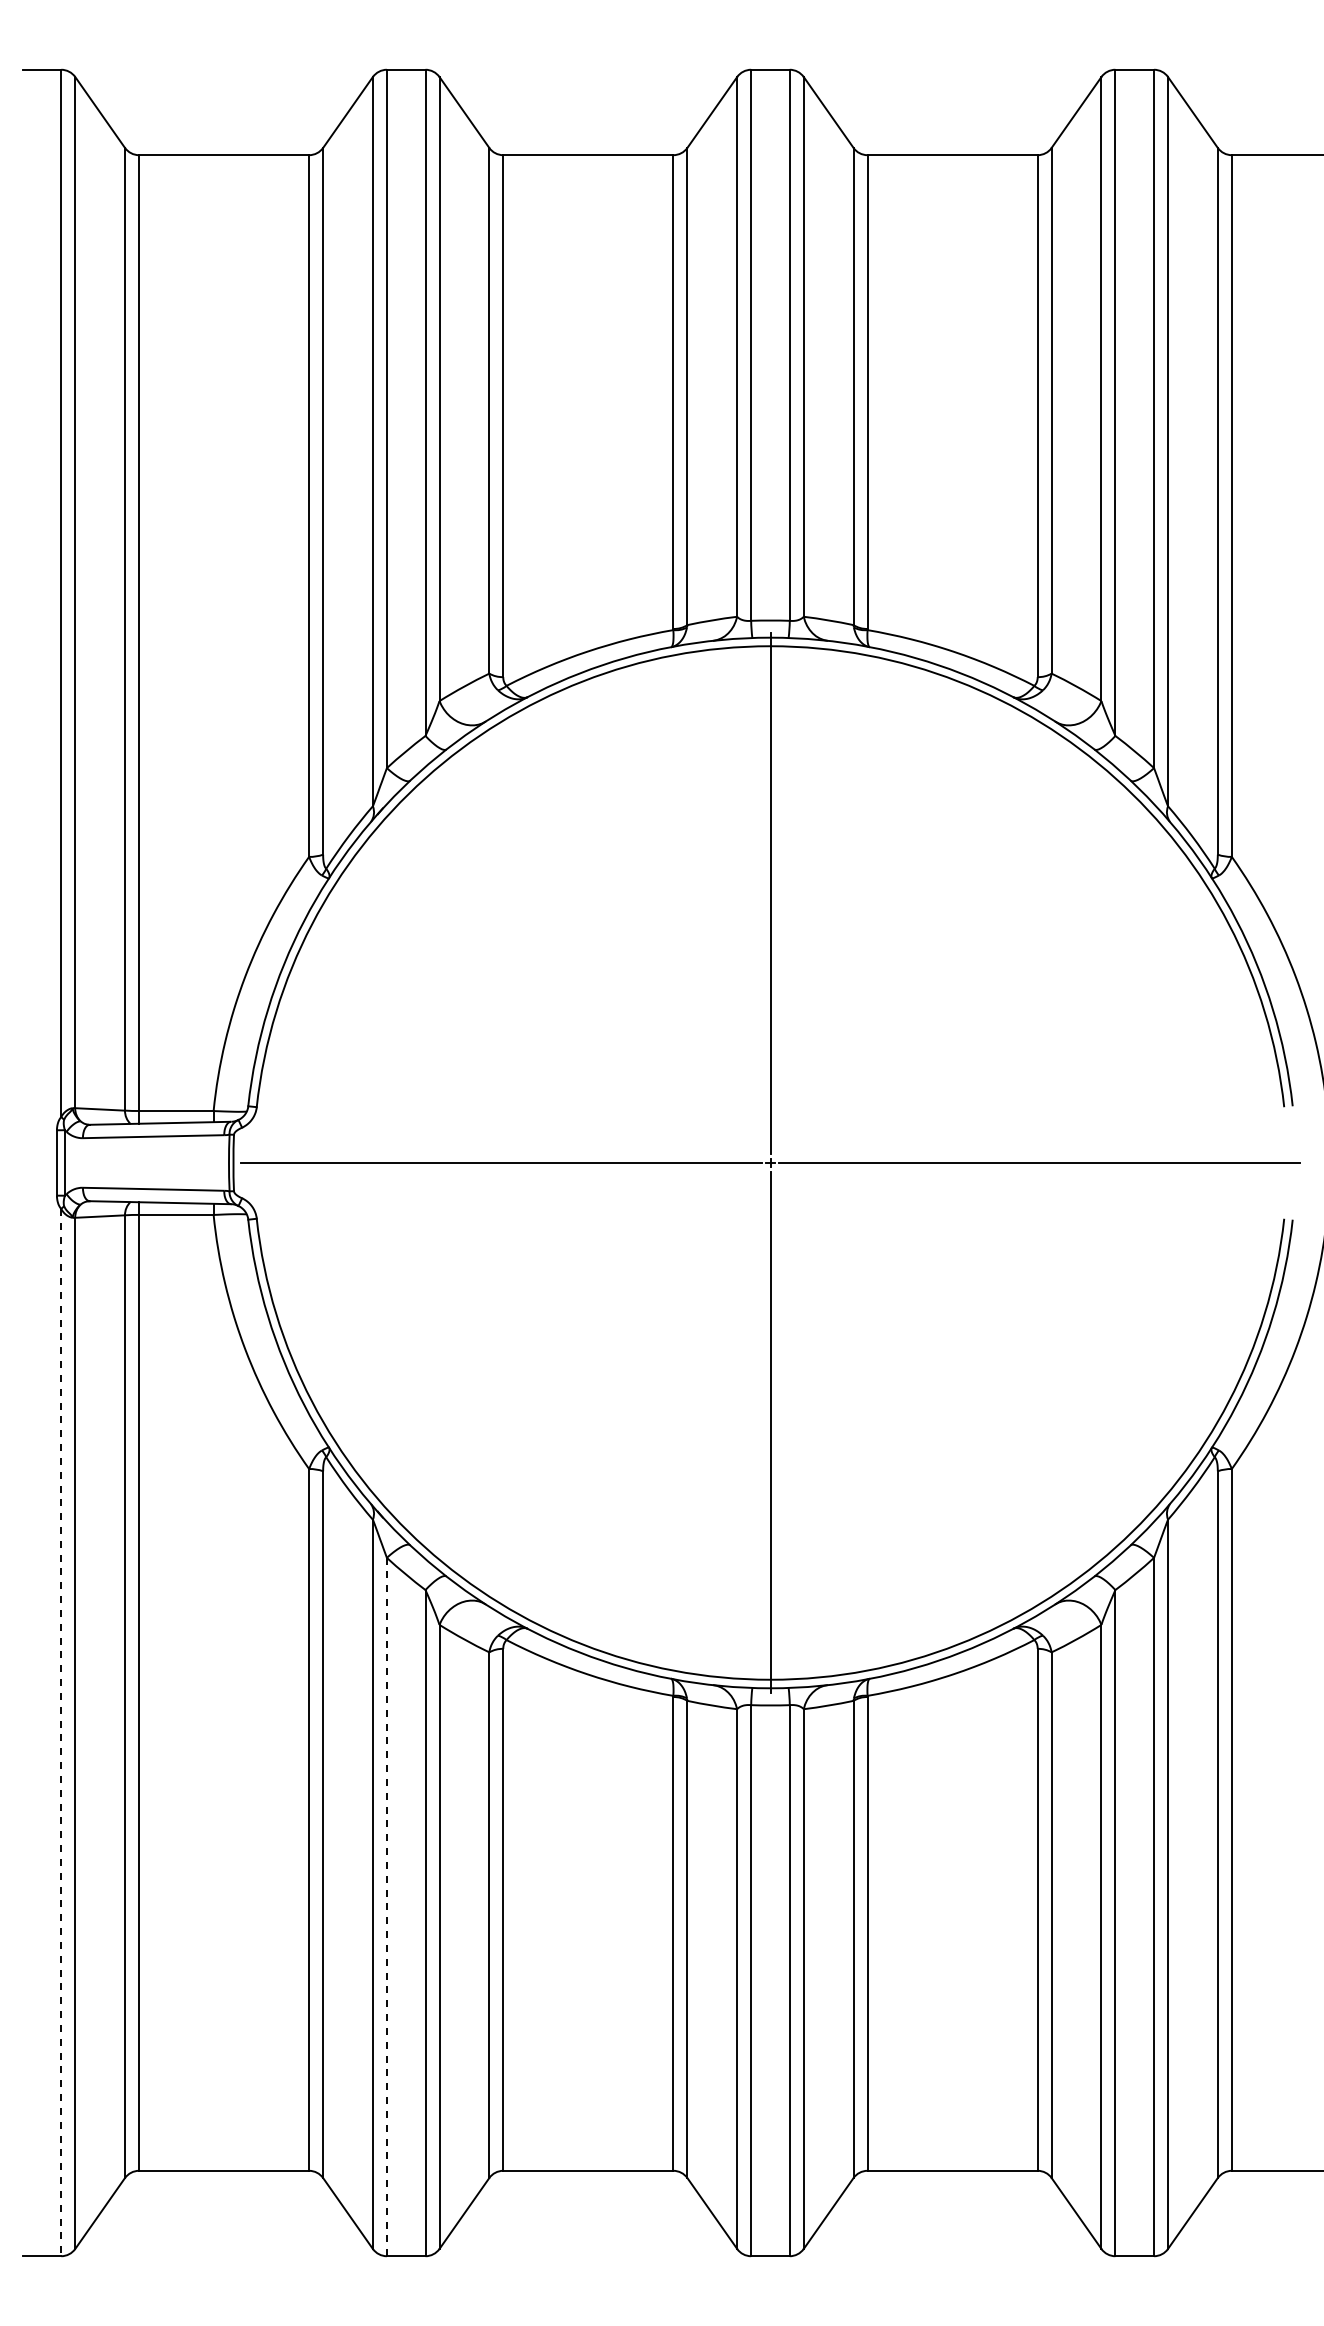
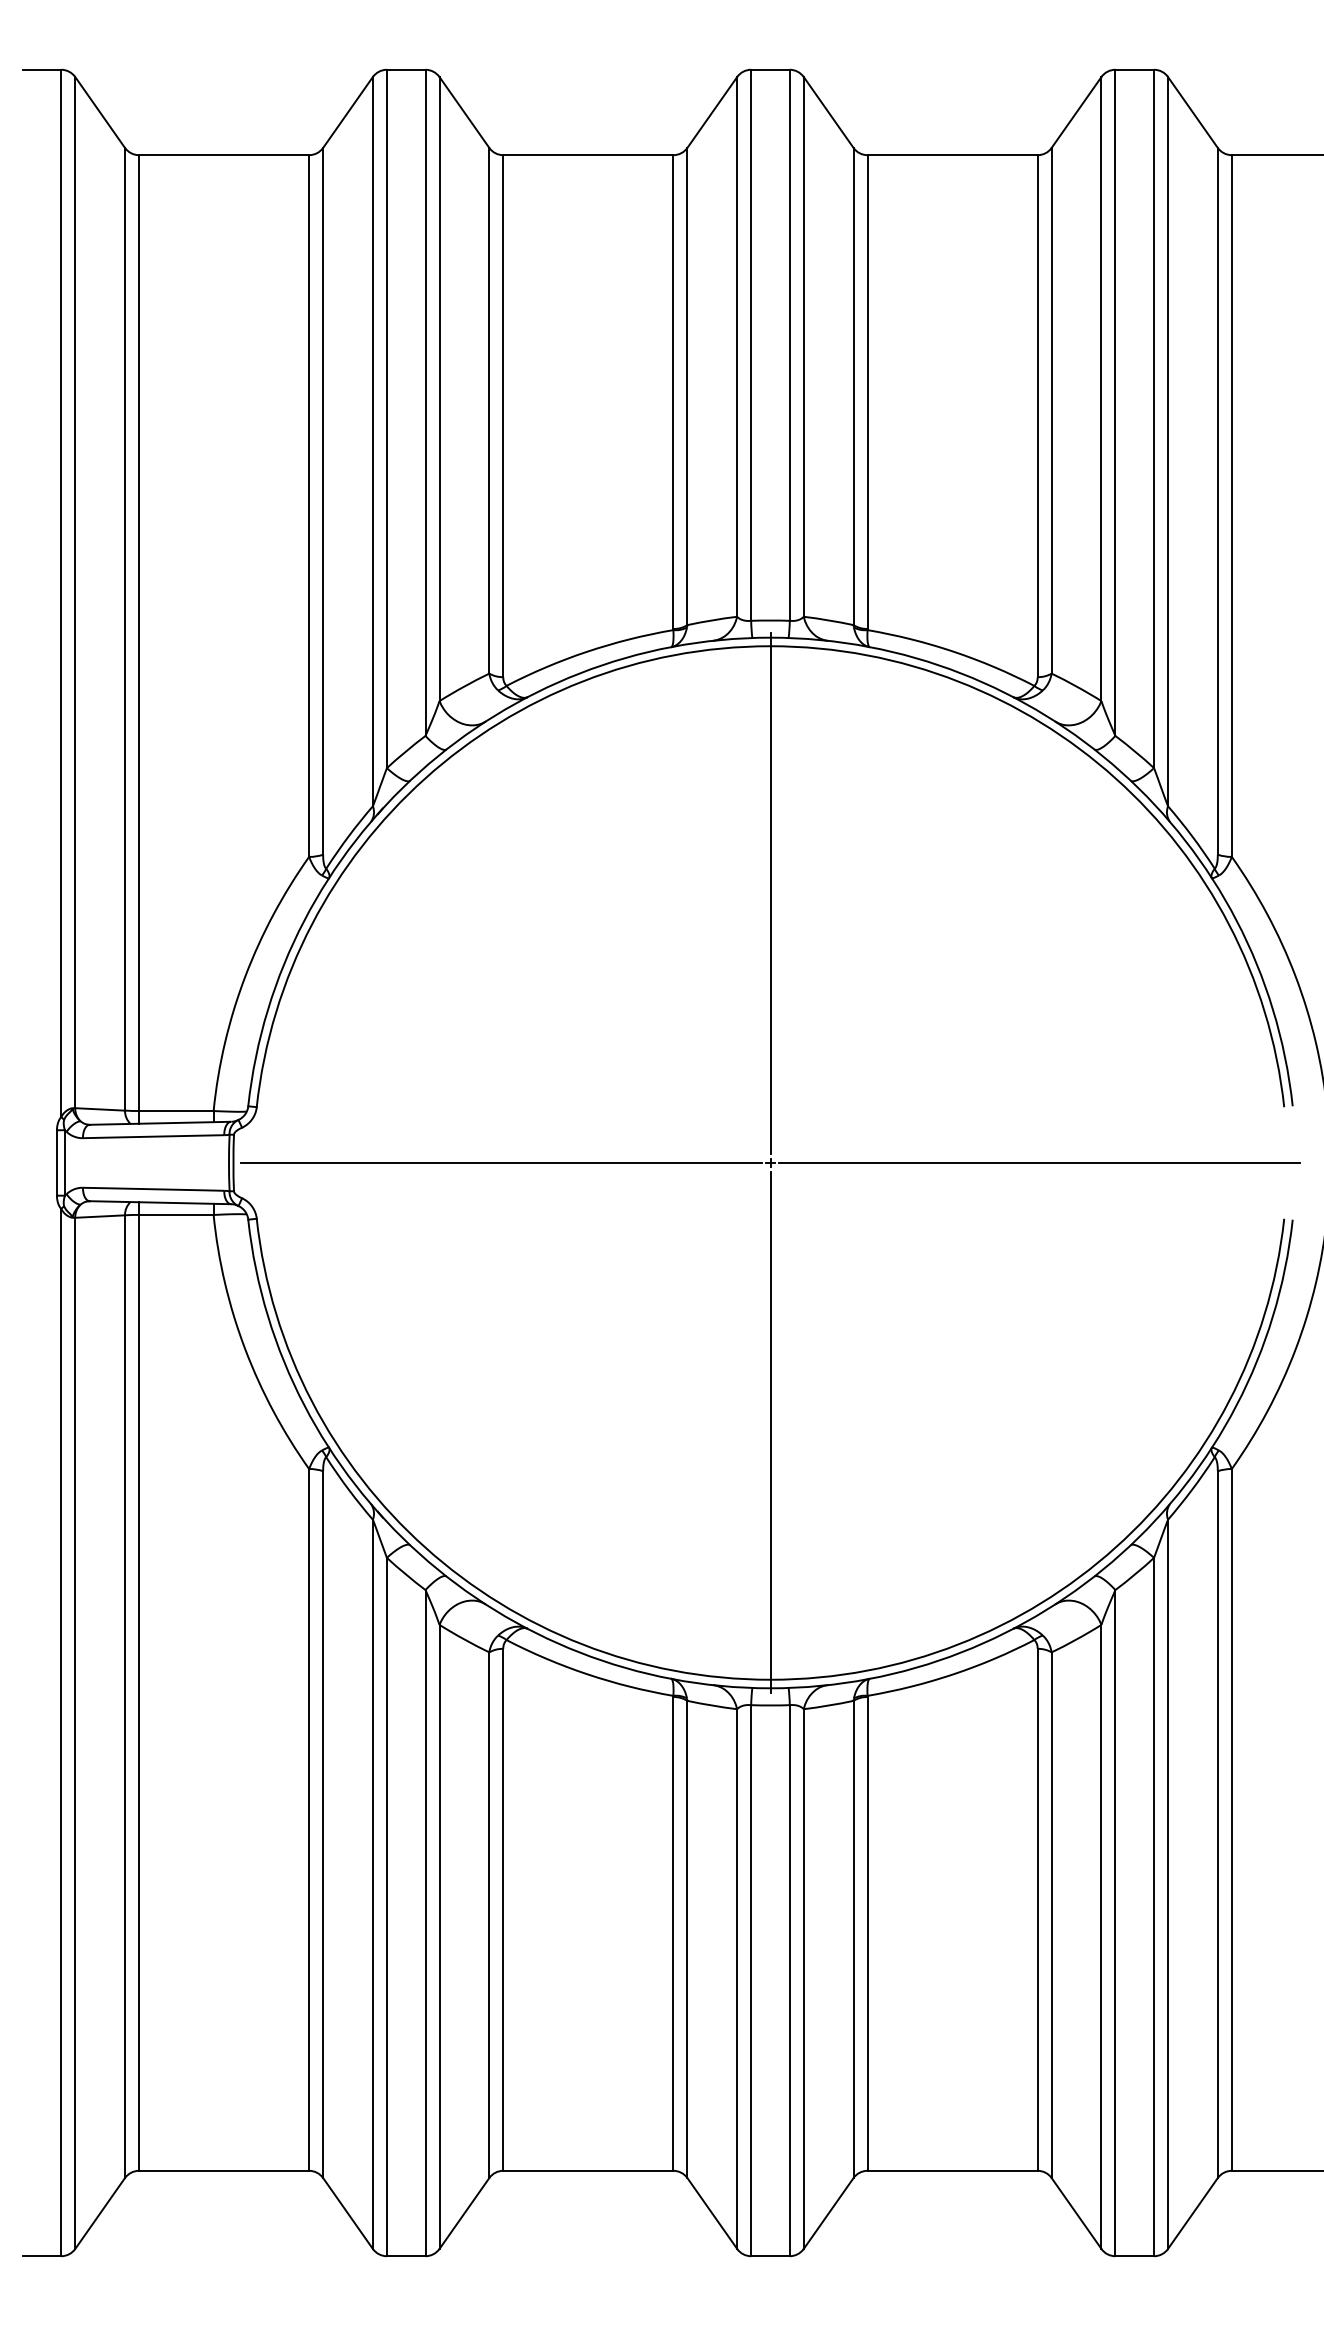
line at (61, 1732): dashed -> solid
line at (386, 1906): dashed -> solid
